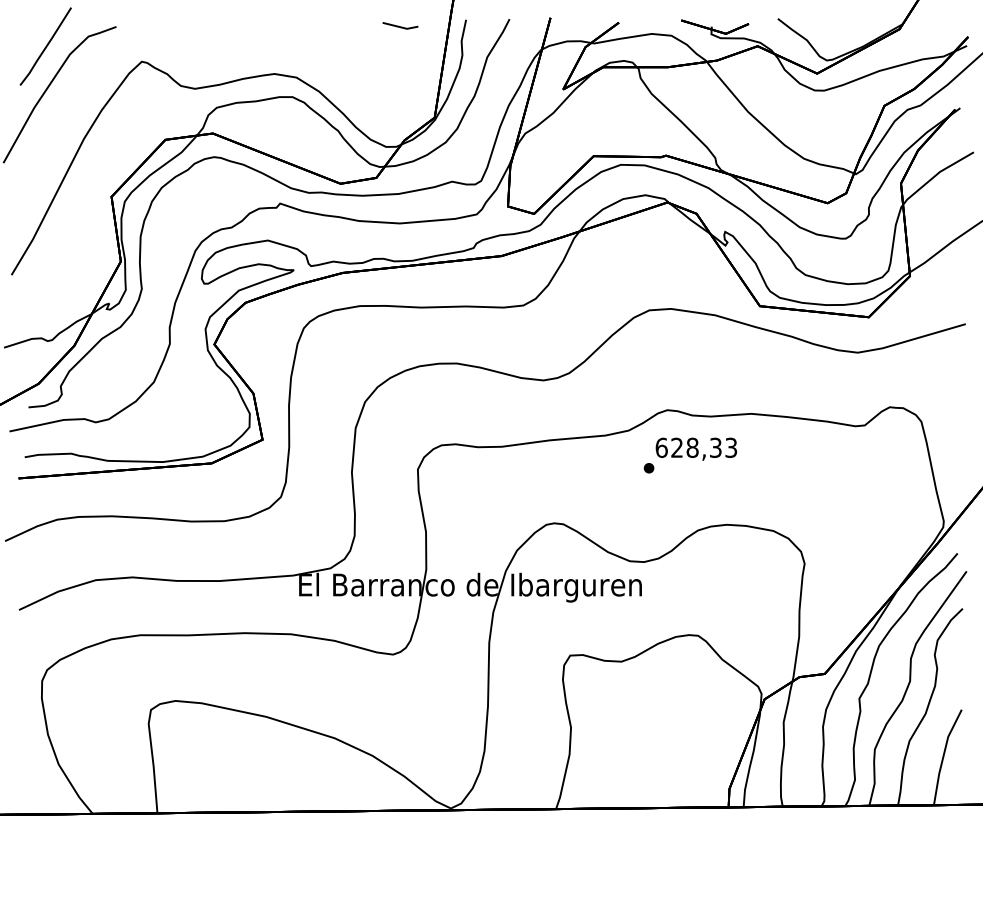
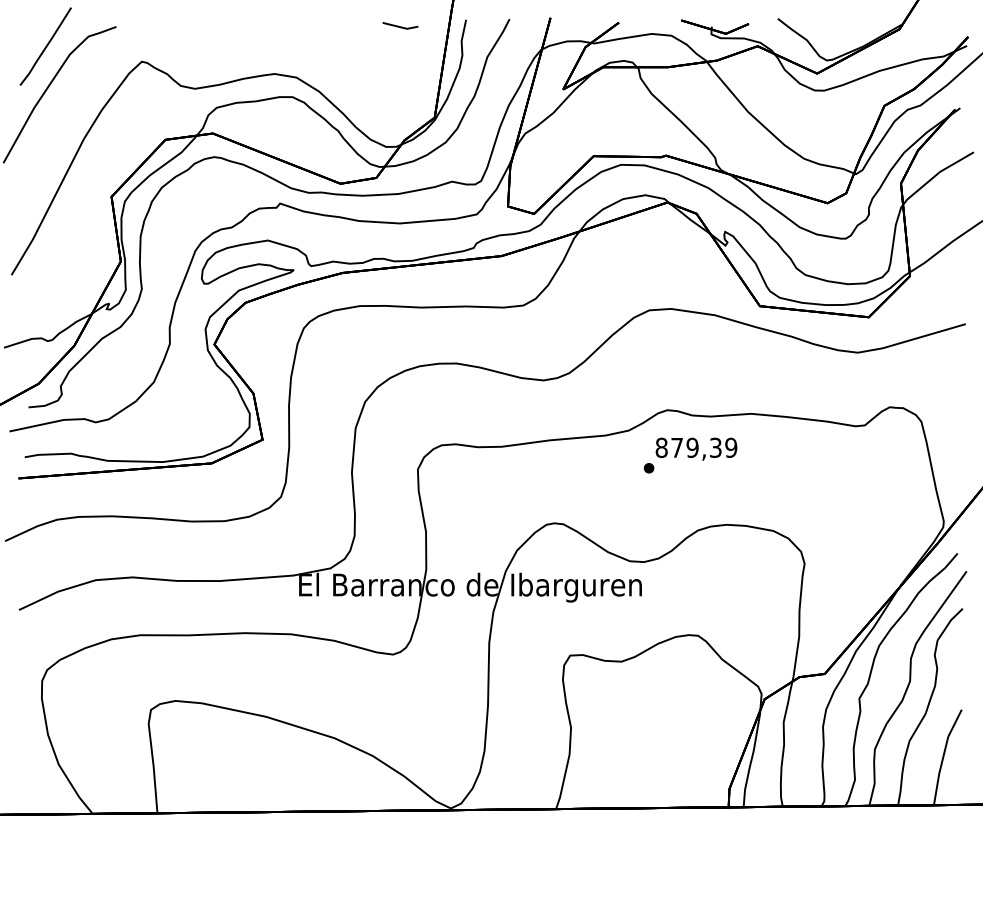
text at (696, 447): 628,33 -> 879,39
